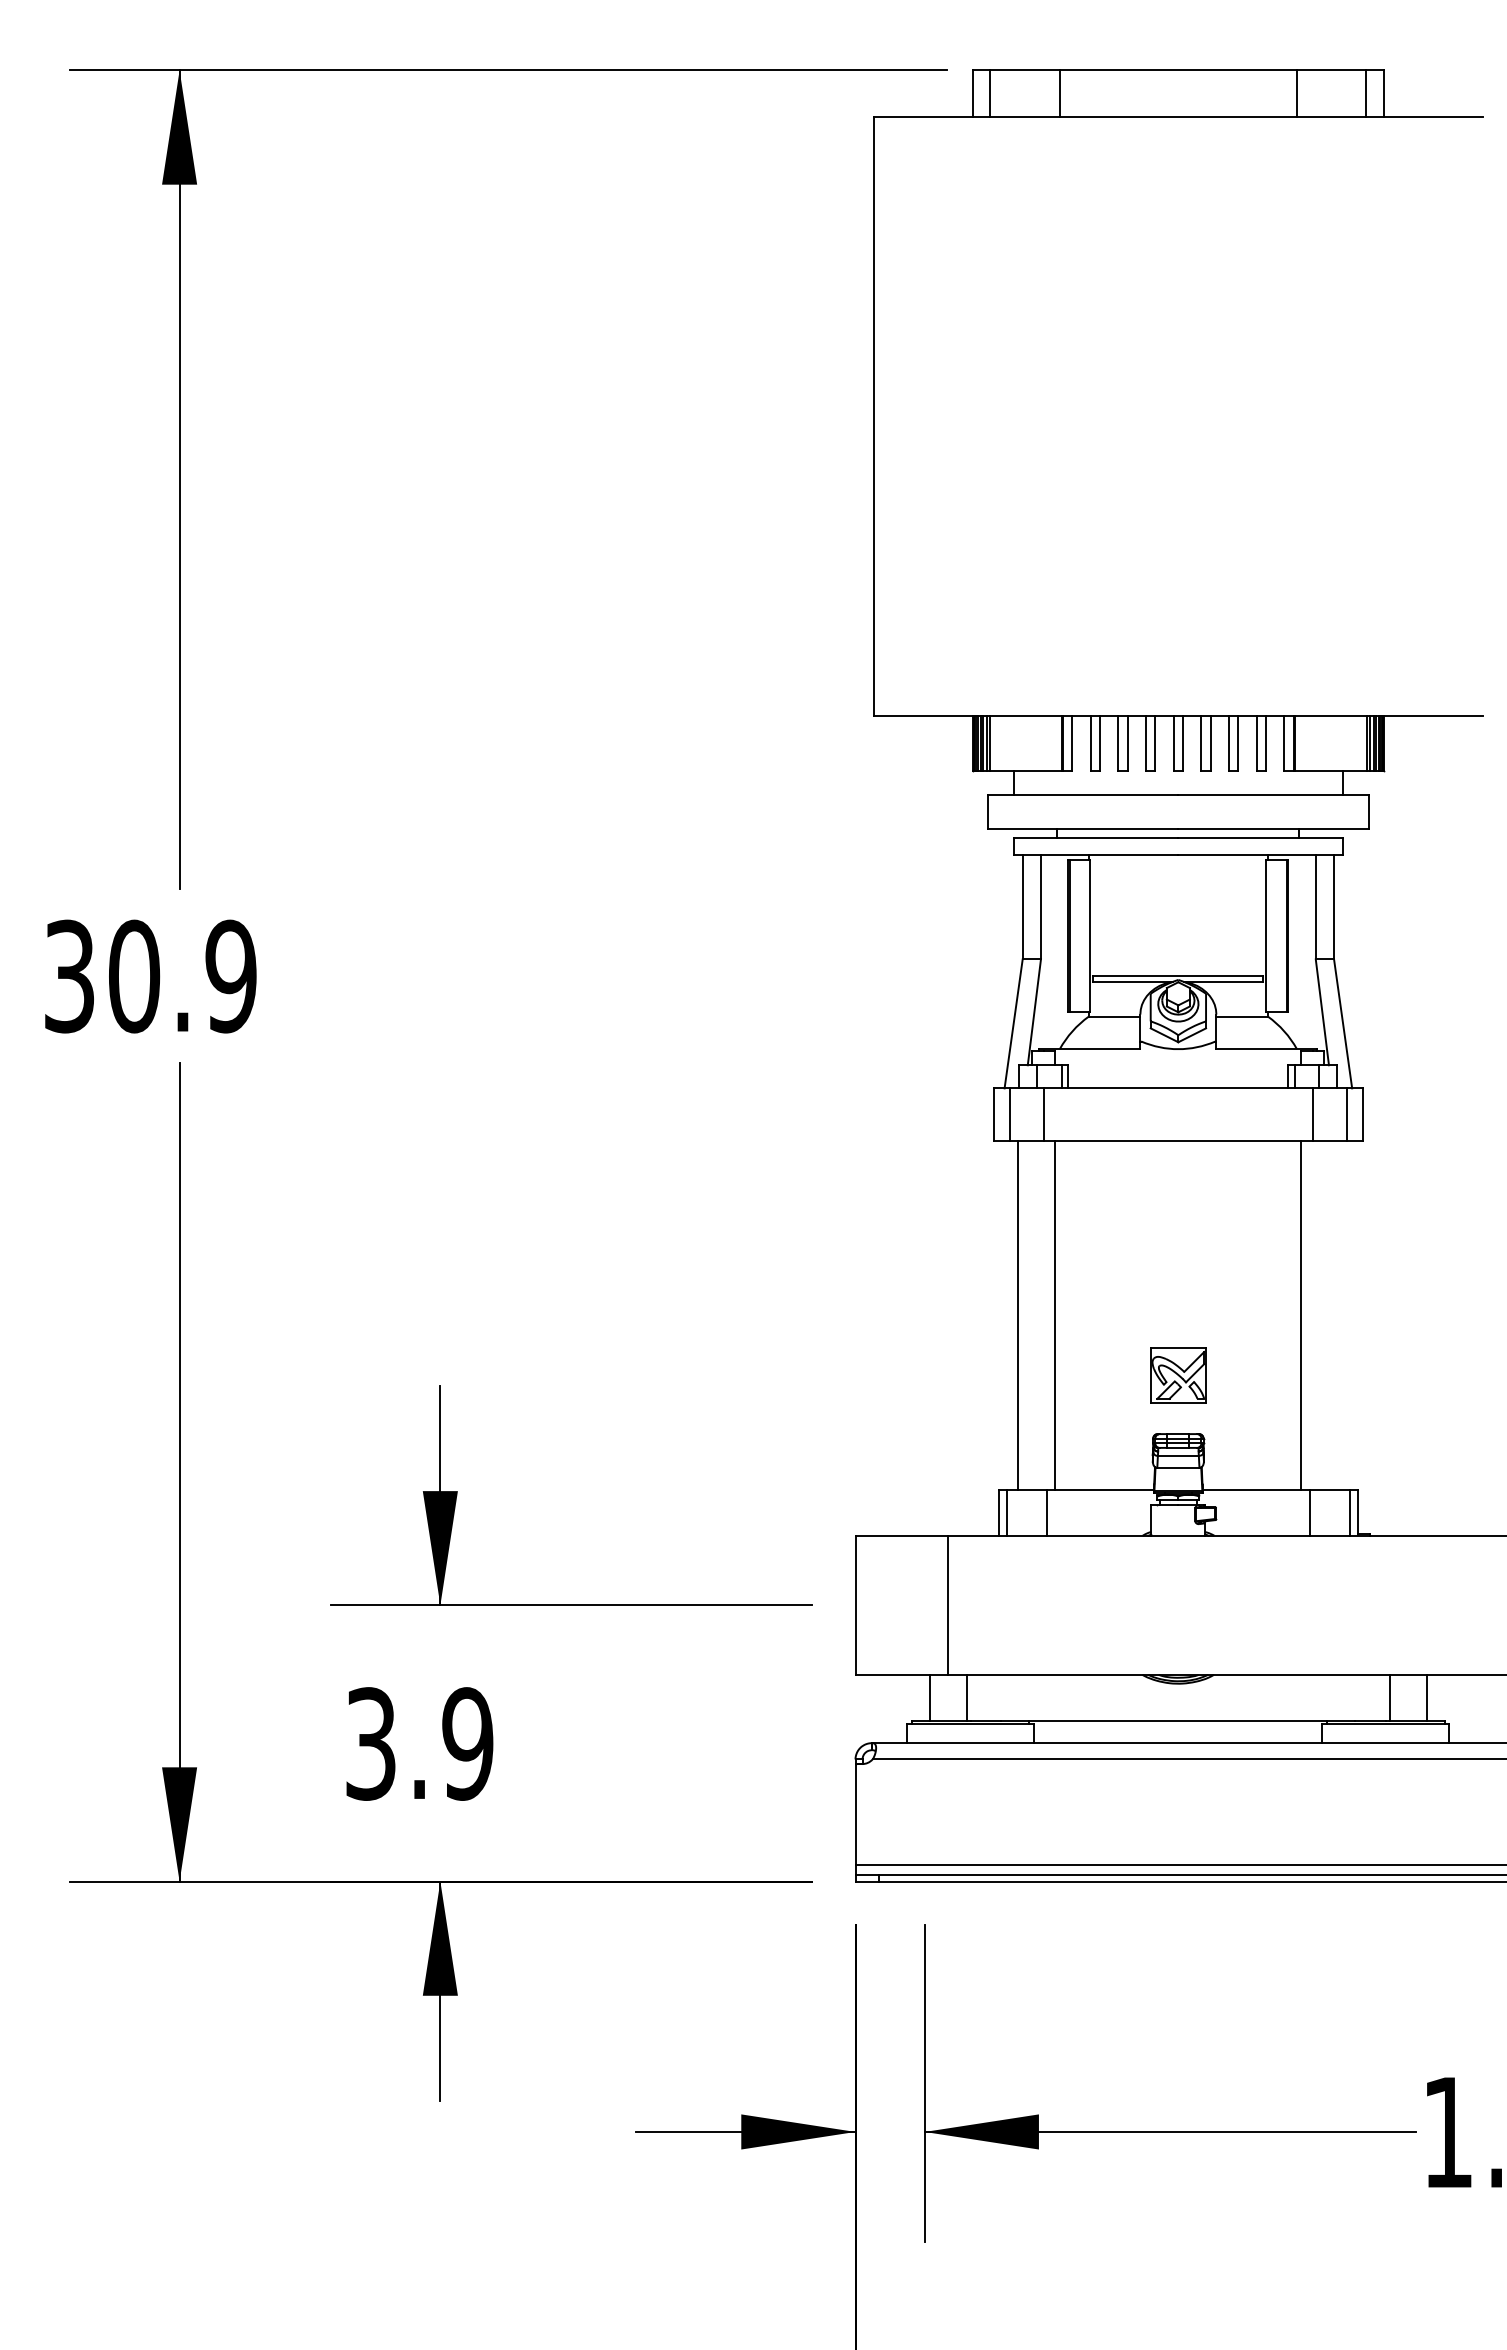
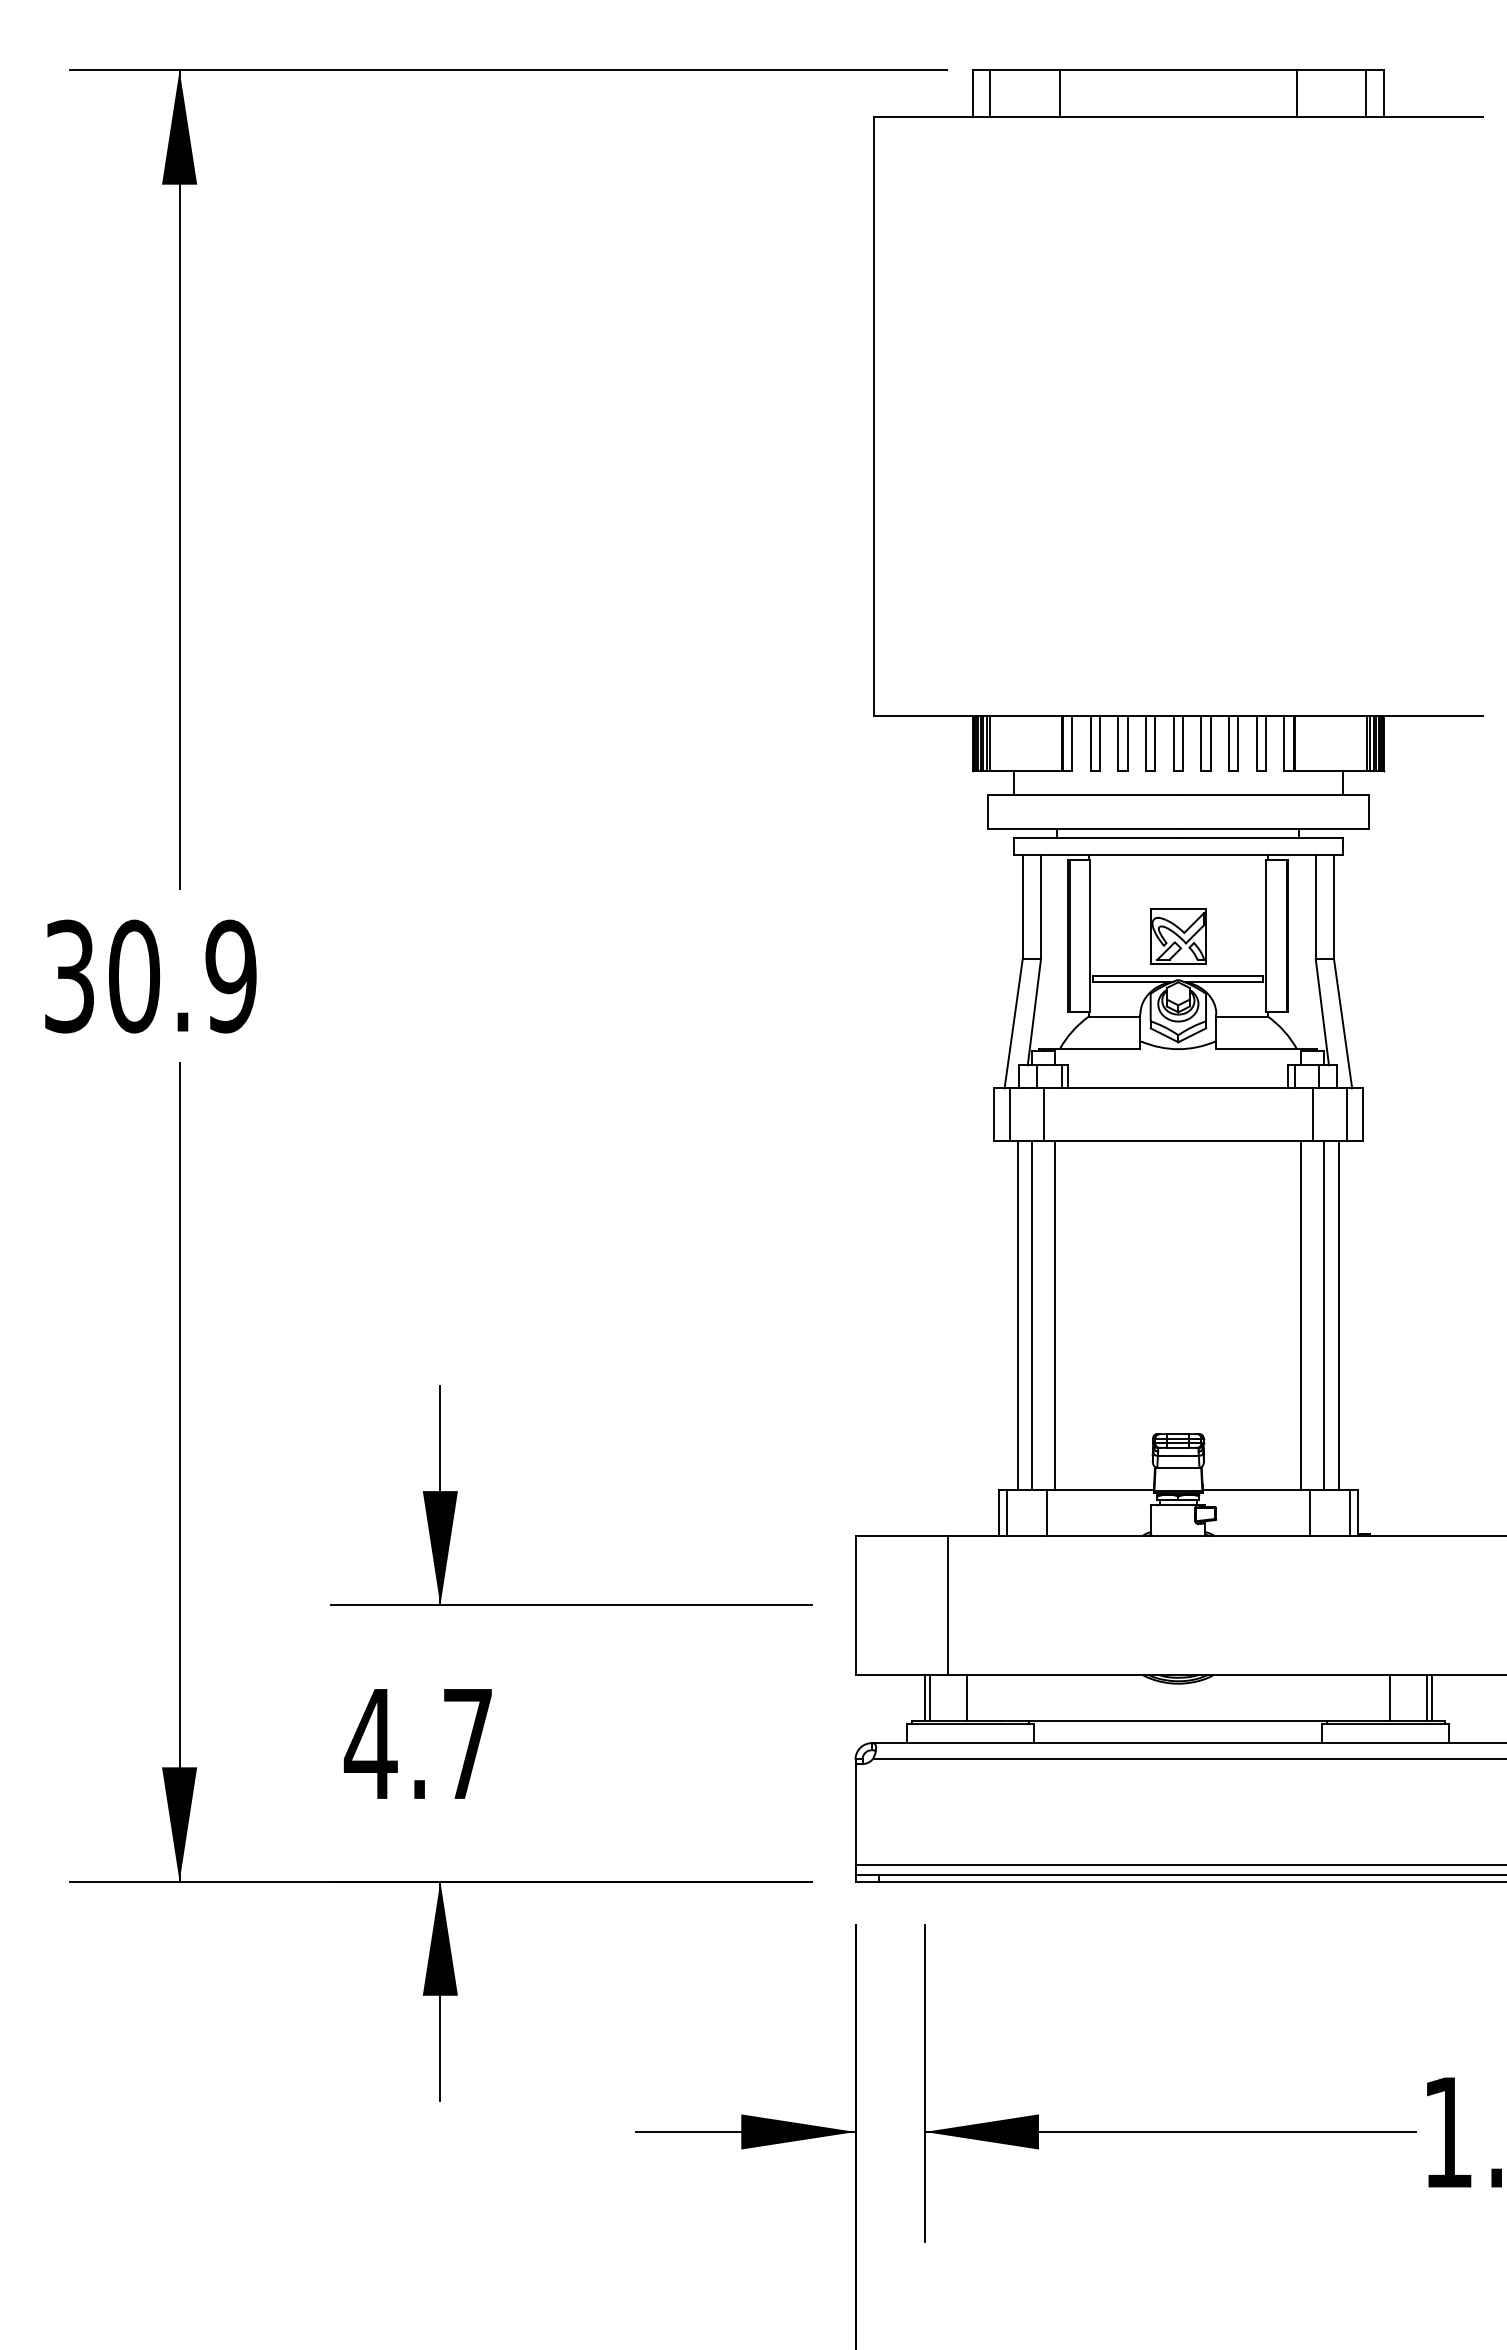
line at (1032, 1315): none -> present
line at (1324, 1315): none -> present
line at (1338, 1315): none -> present
part at (1178, 1375) position: (1178, 1375) -> (1178, 936)
line at (924, 1697): none -> present
line at (1432, 1697): none -> present
text at (418, 1743): 3.9 -> 4.7
